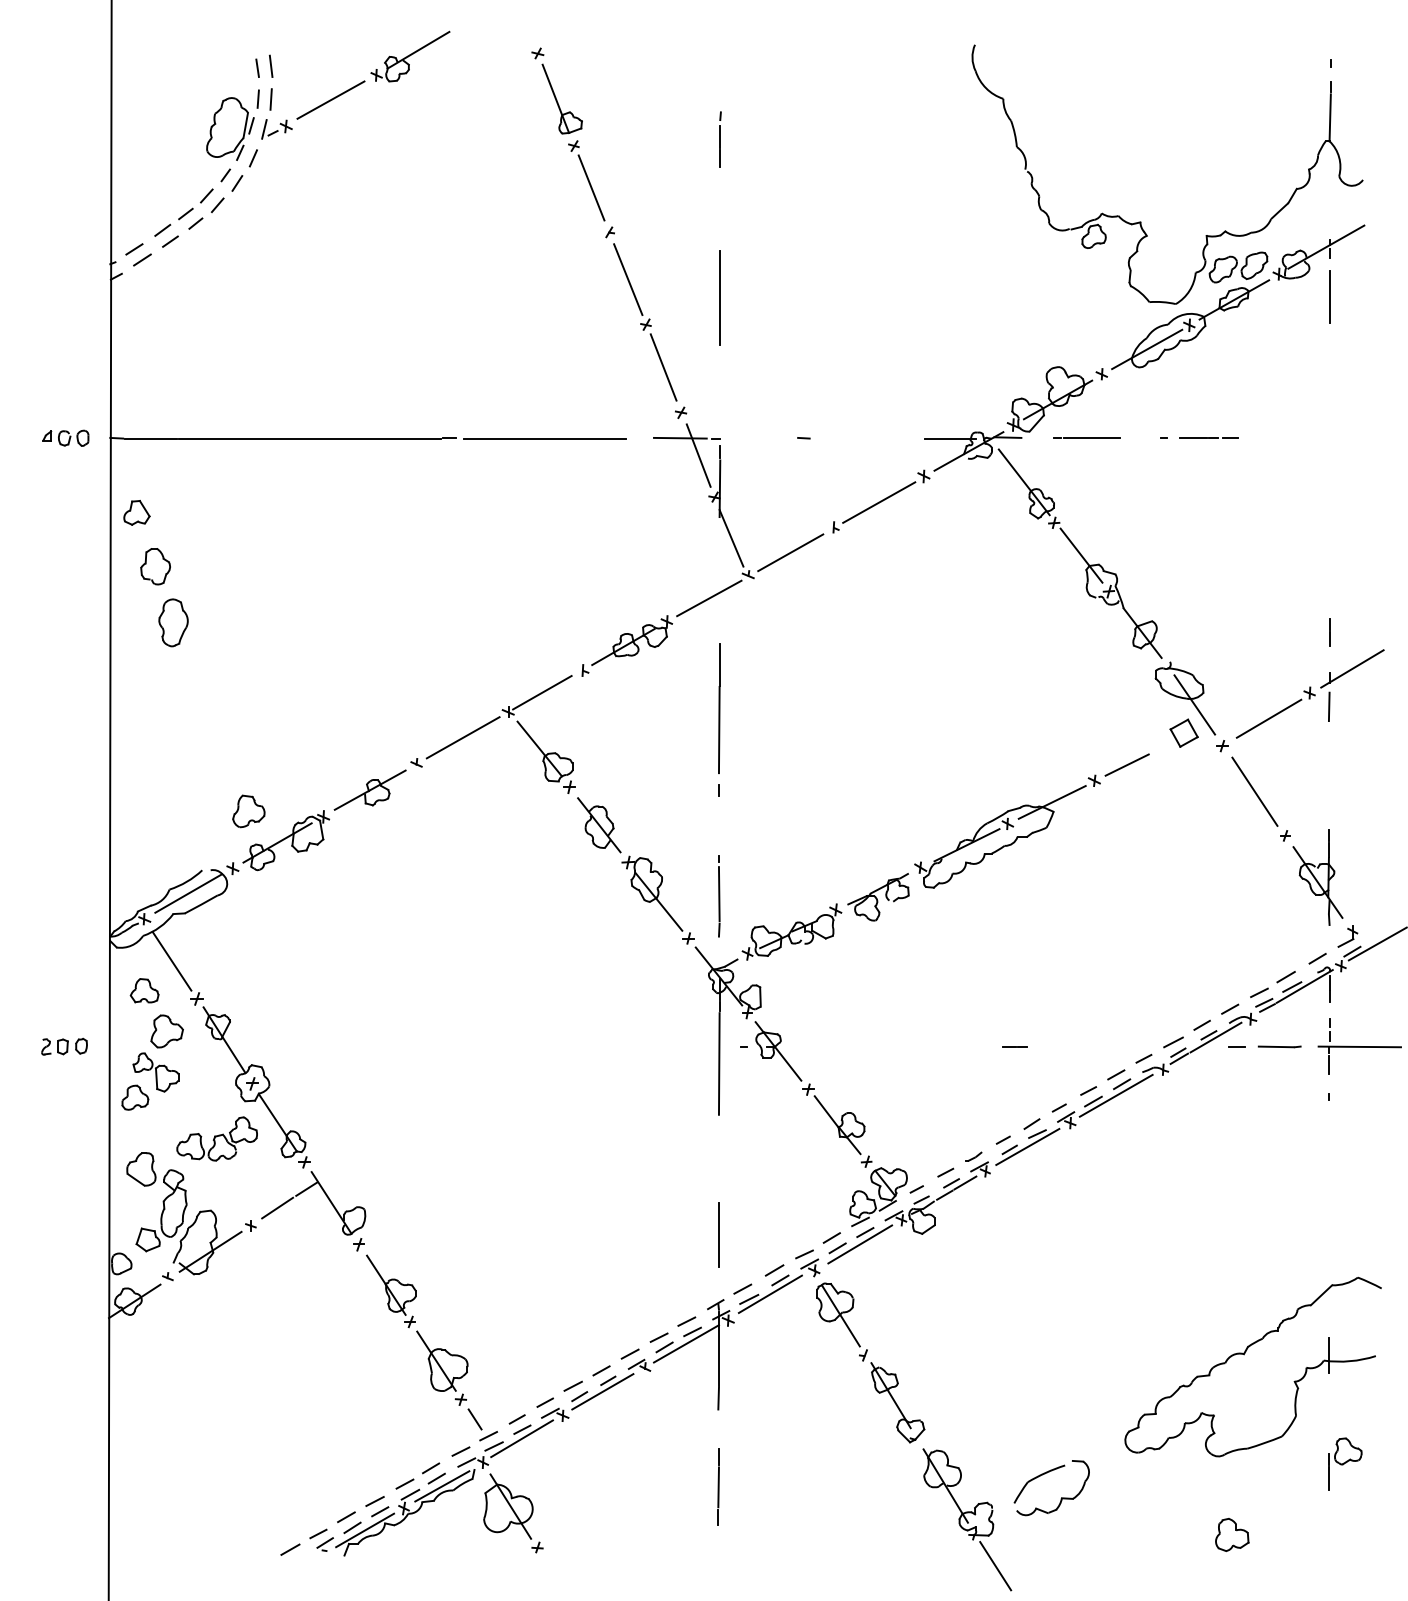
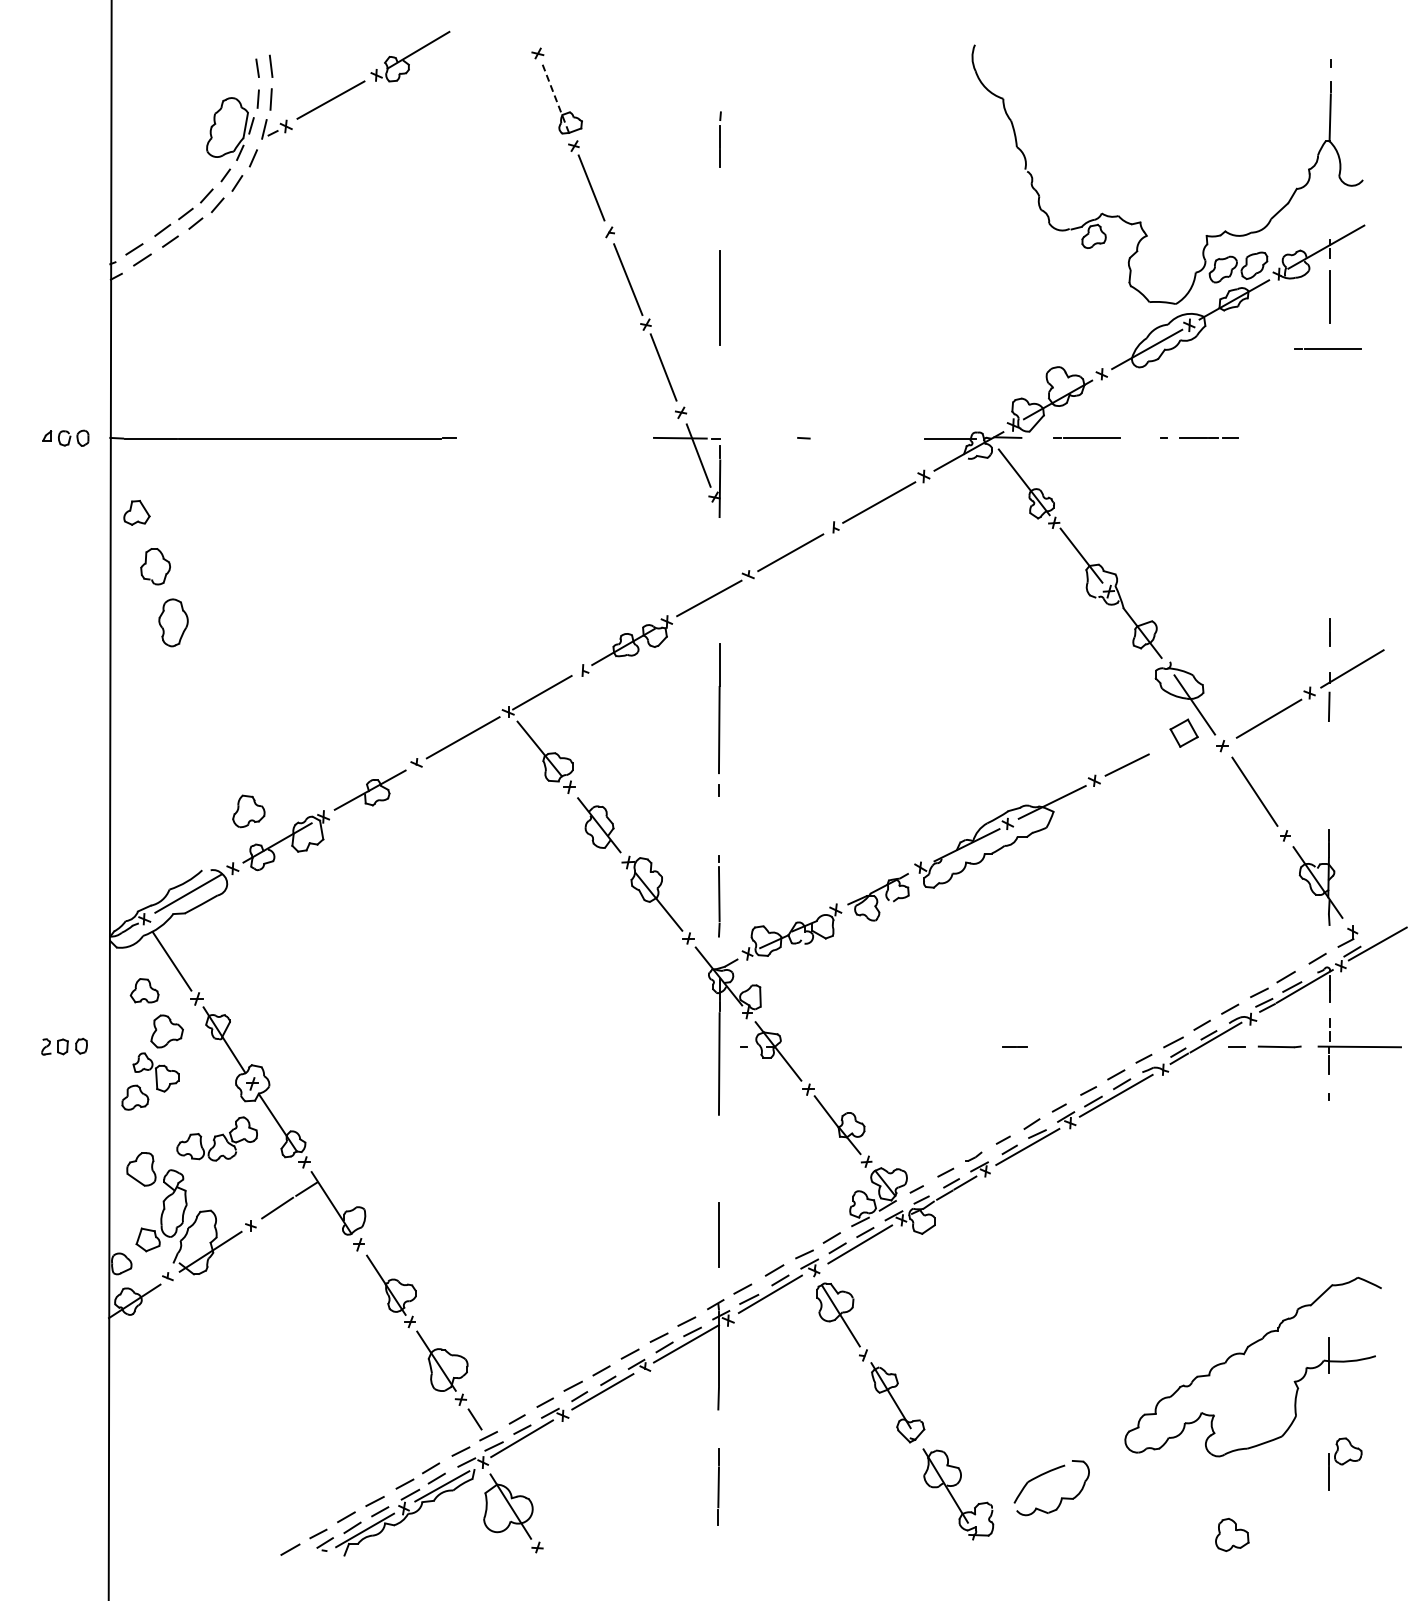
line at (555, 98): solid -> dashed
line at (1327, 348): none -> present
line at (544, 438): present -> none
line at (731, 537): present -> none
line at (995, 1566): present -> none
